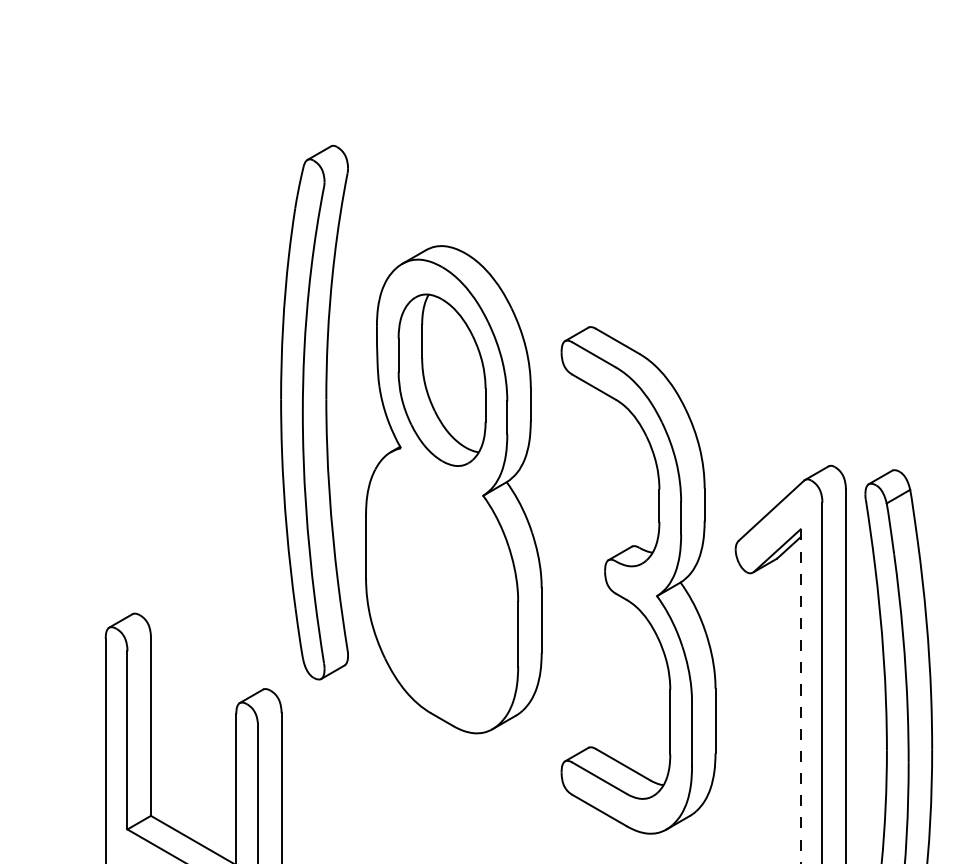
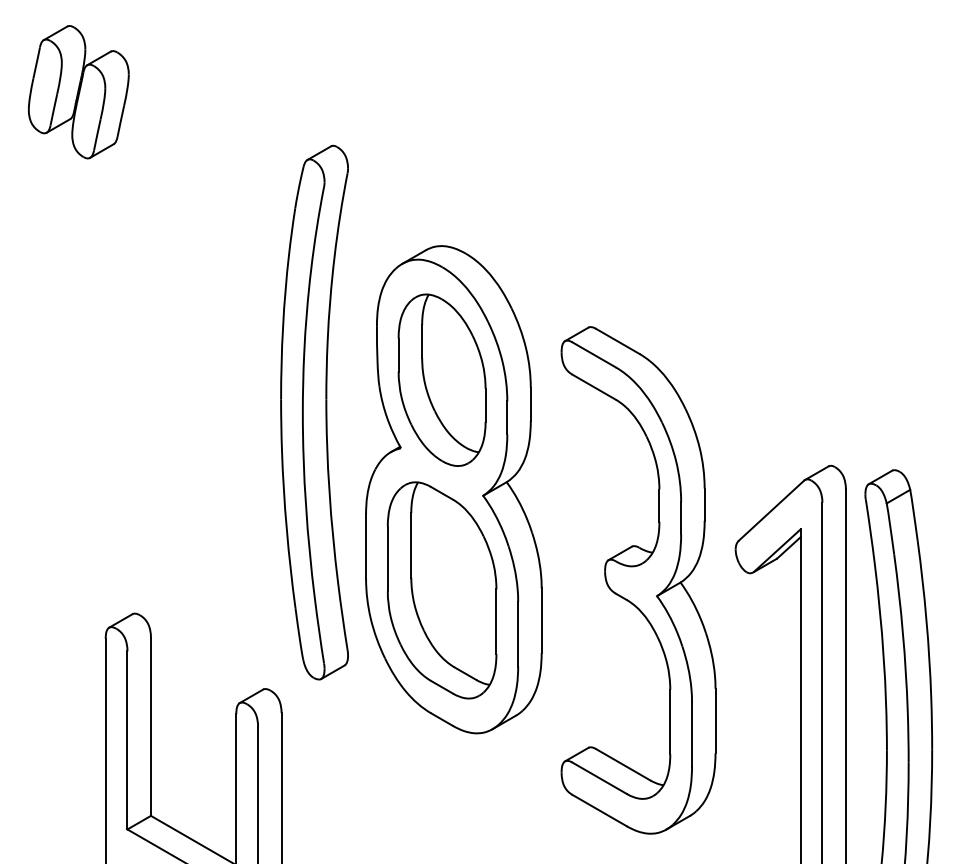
part at (78, 92): none -> present
part at (441, 590): none -> present
line at (800, 696): dashed -> solid
